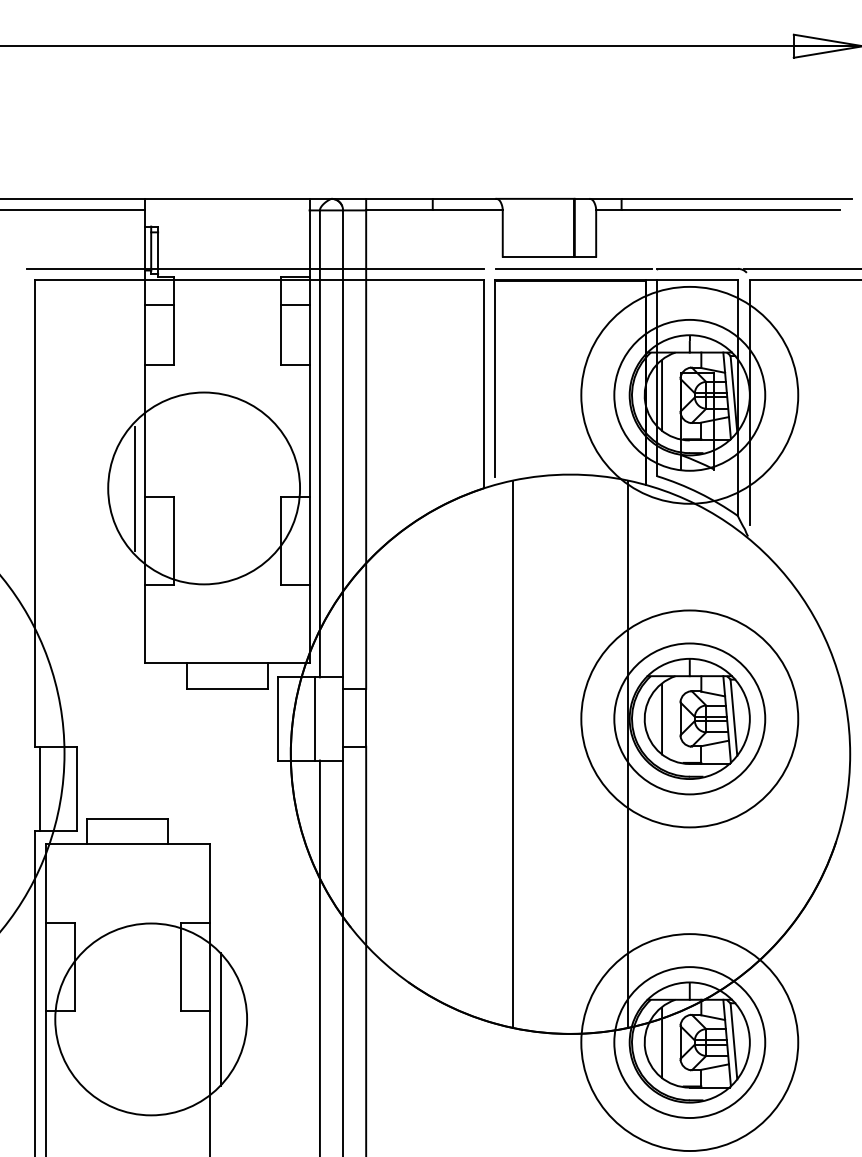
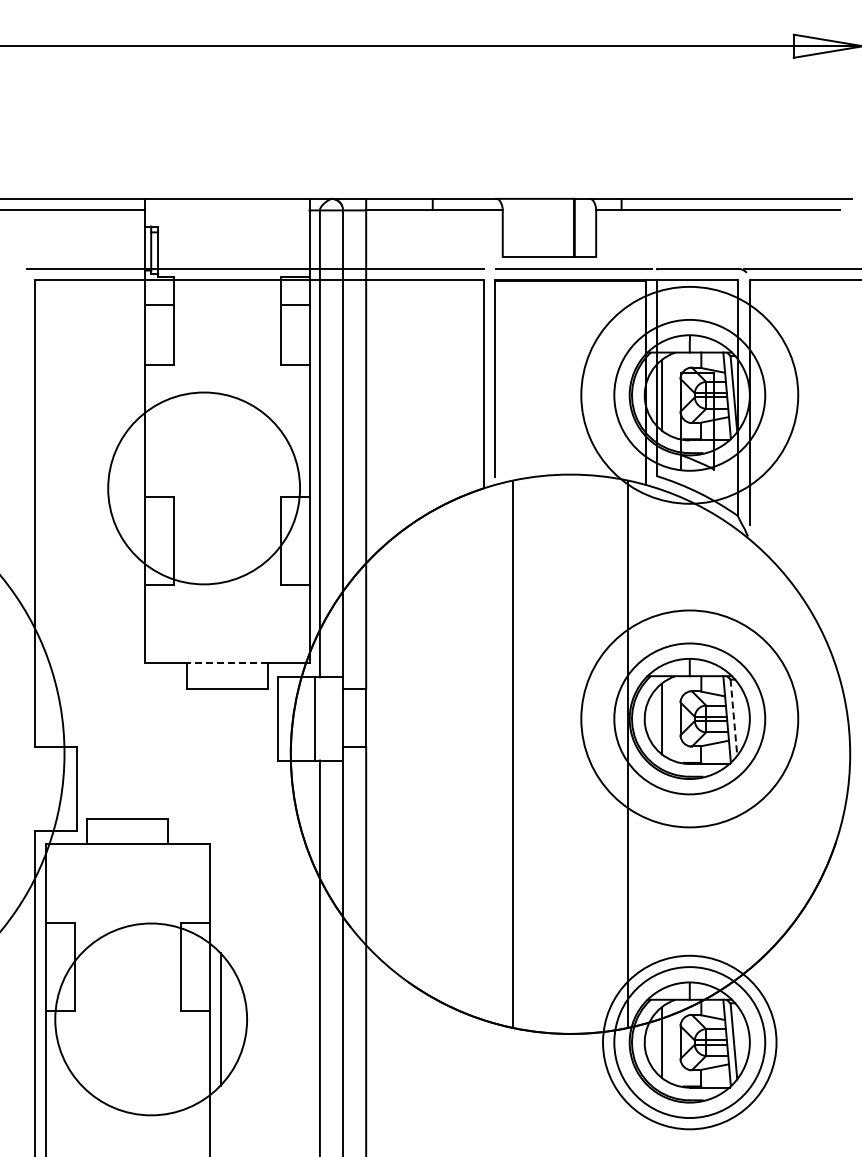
line at (134, 488): present -> none
line at (226, 663): solid -> dashed
line at (733, 718): solid -> dashed
line at (40, 788): present -> none
circle at (689, 1042) diameter: 217 px -> 174 px
